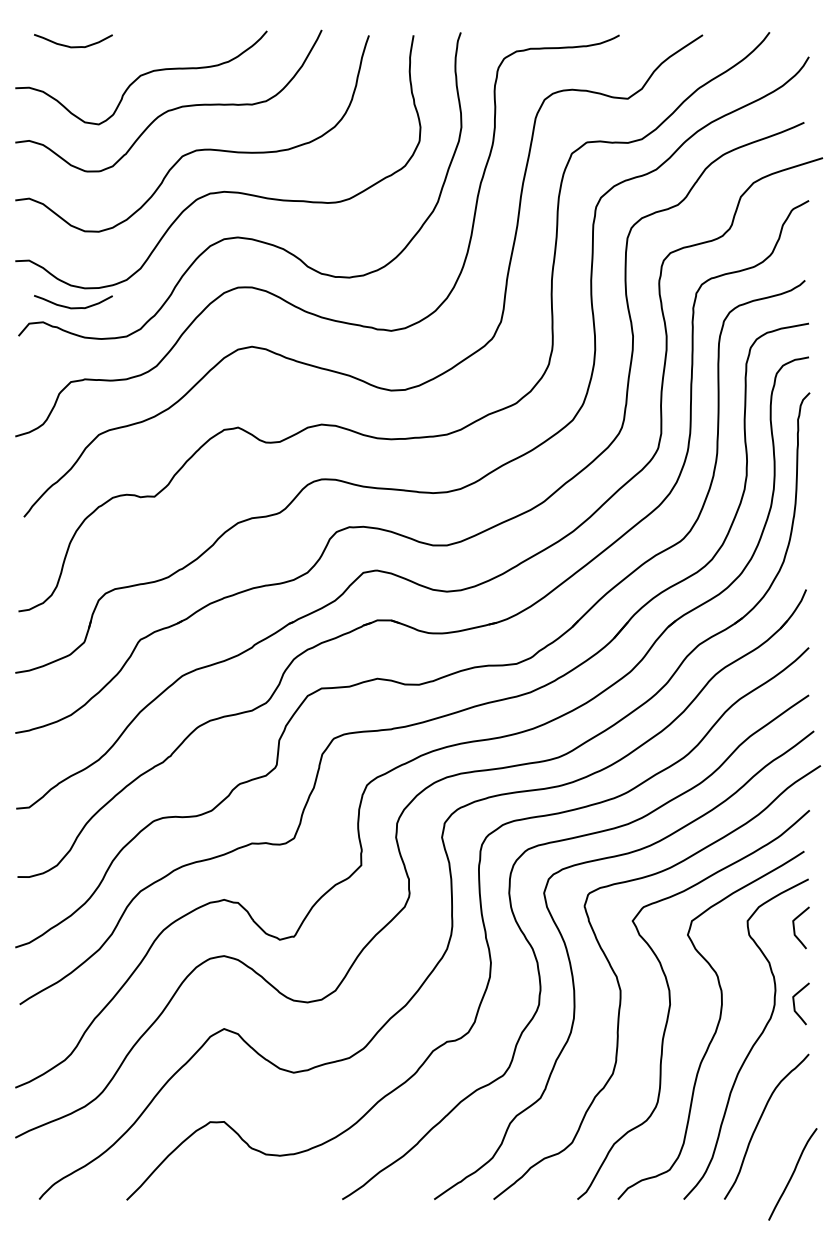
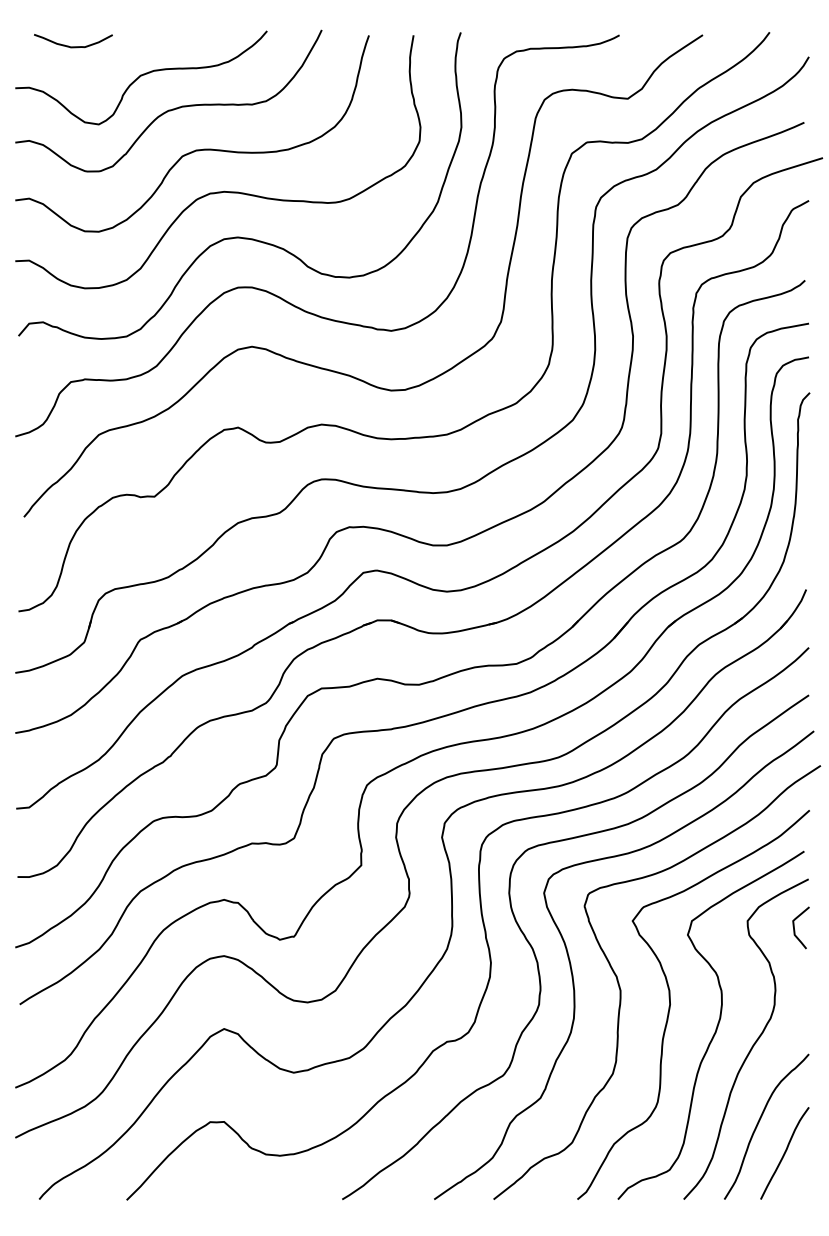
curve at (73, 307): present -> none
curve at (795, 1006): present -> none
curve at (792, 1174) position: (792, 1174) -> (784, 1153)
